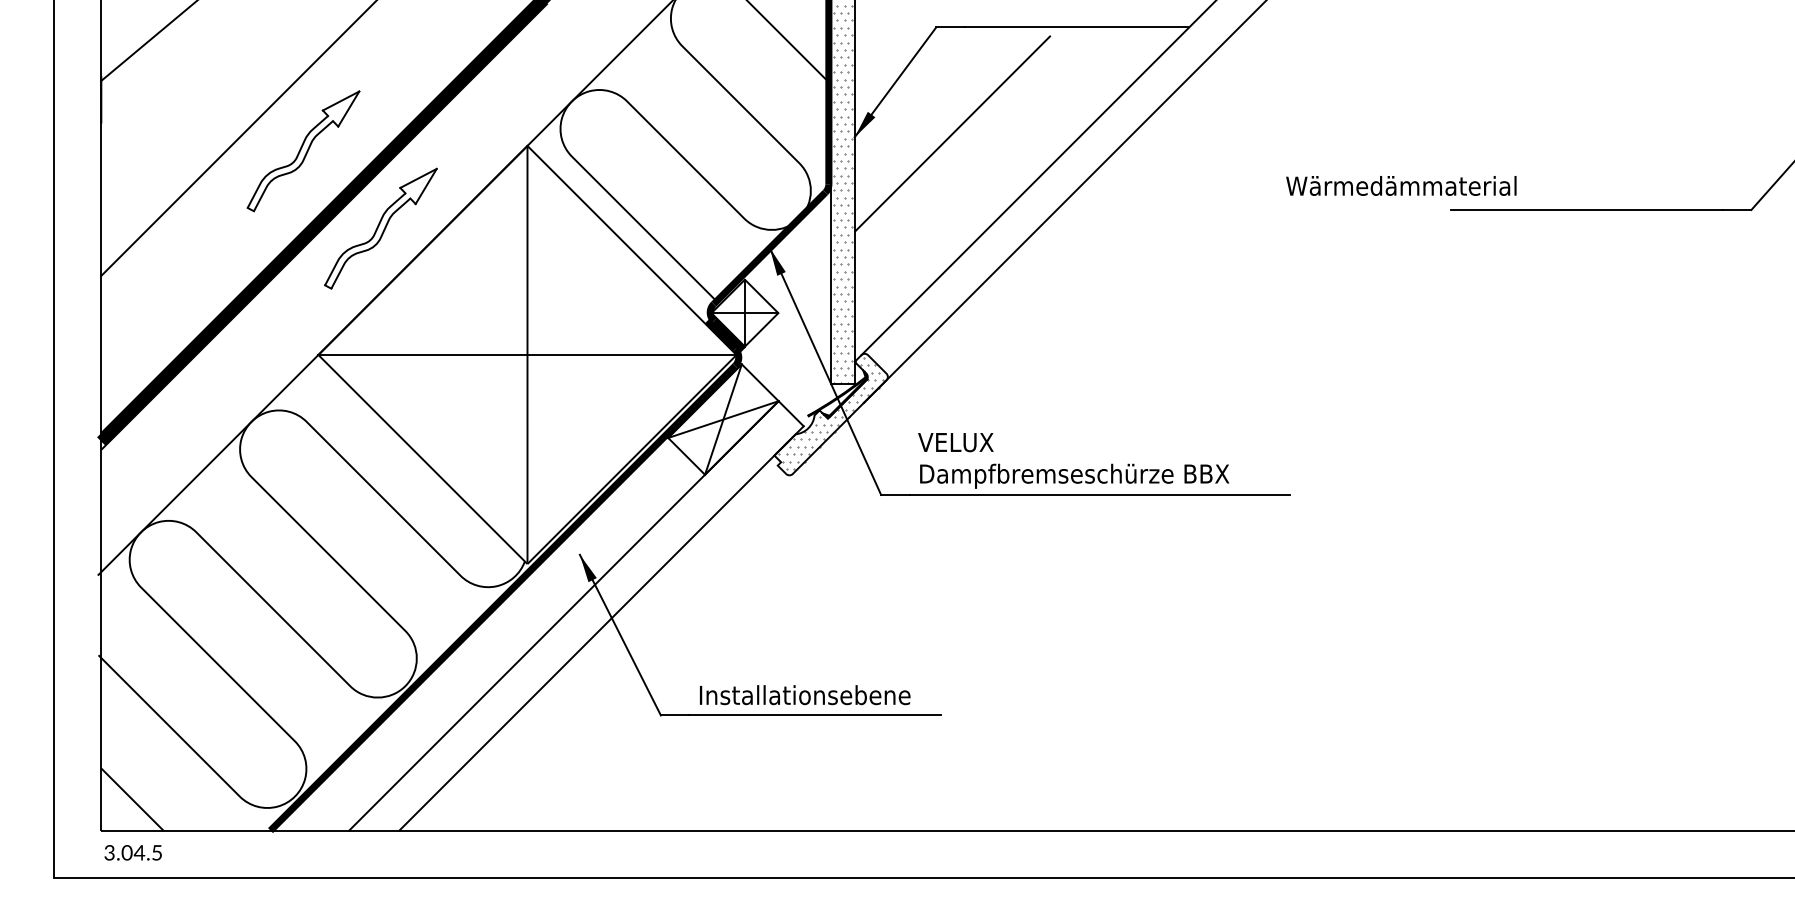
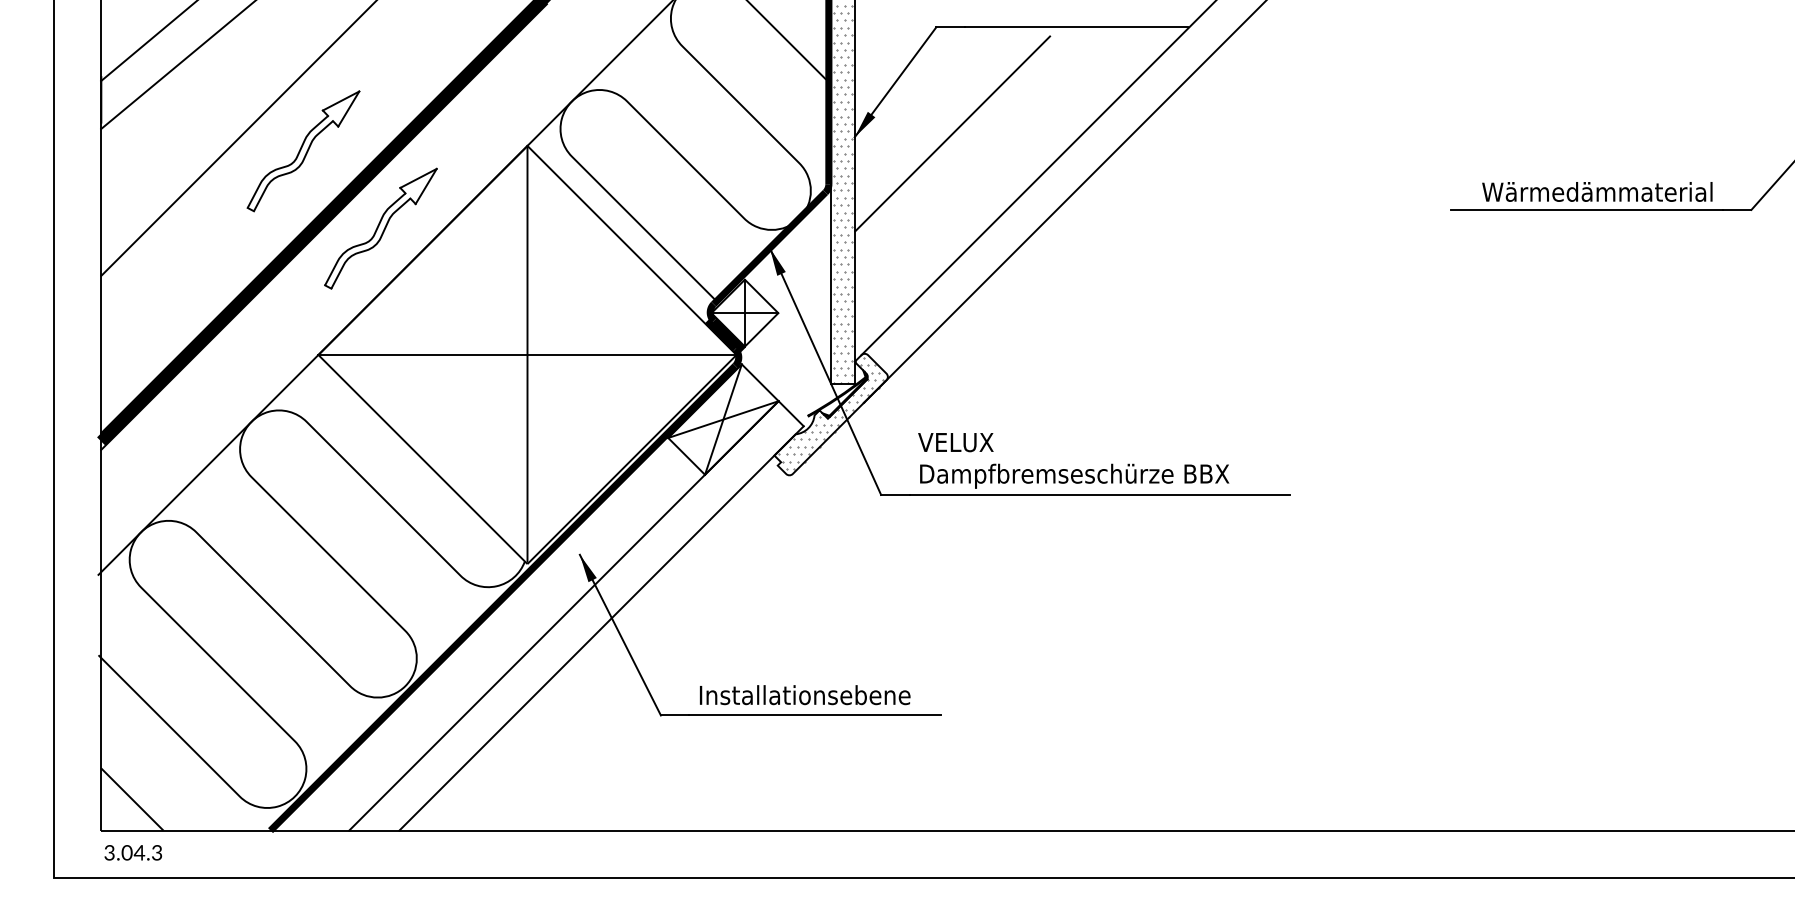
line at (177, 65): none -> present
text at (1401, 185) position: (1401, 185) -> (1597, 191)
text at (157, 852): 3.04.5 -> 3.04.3
